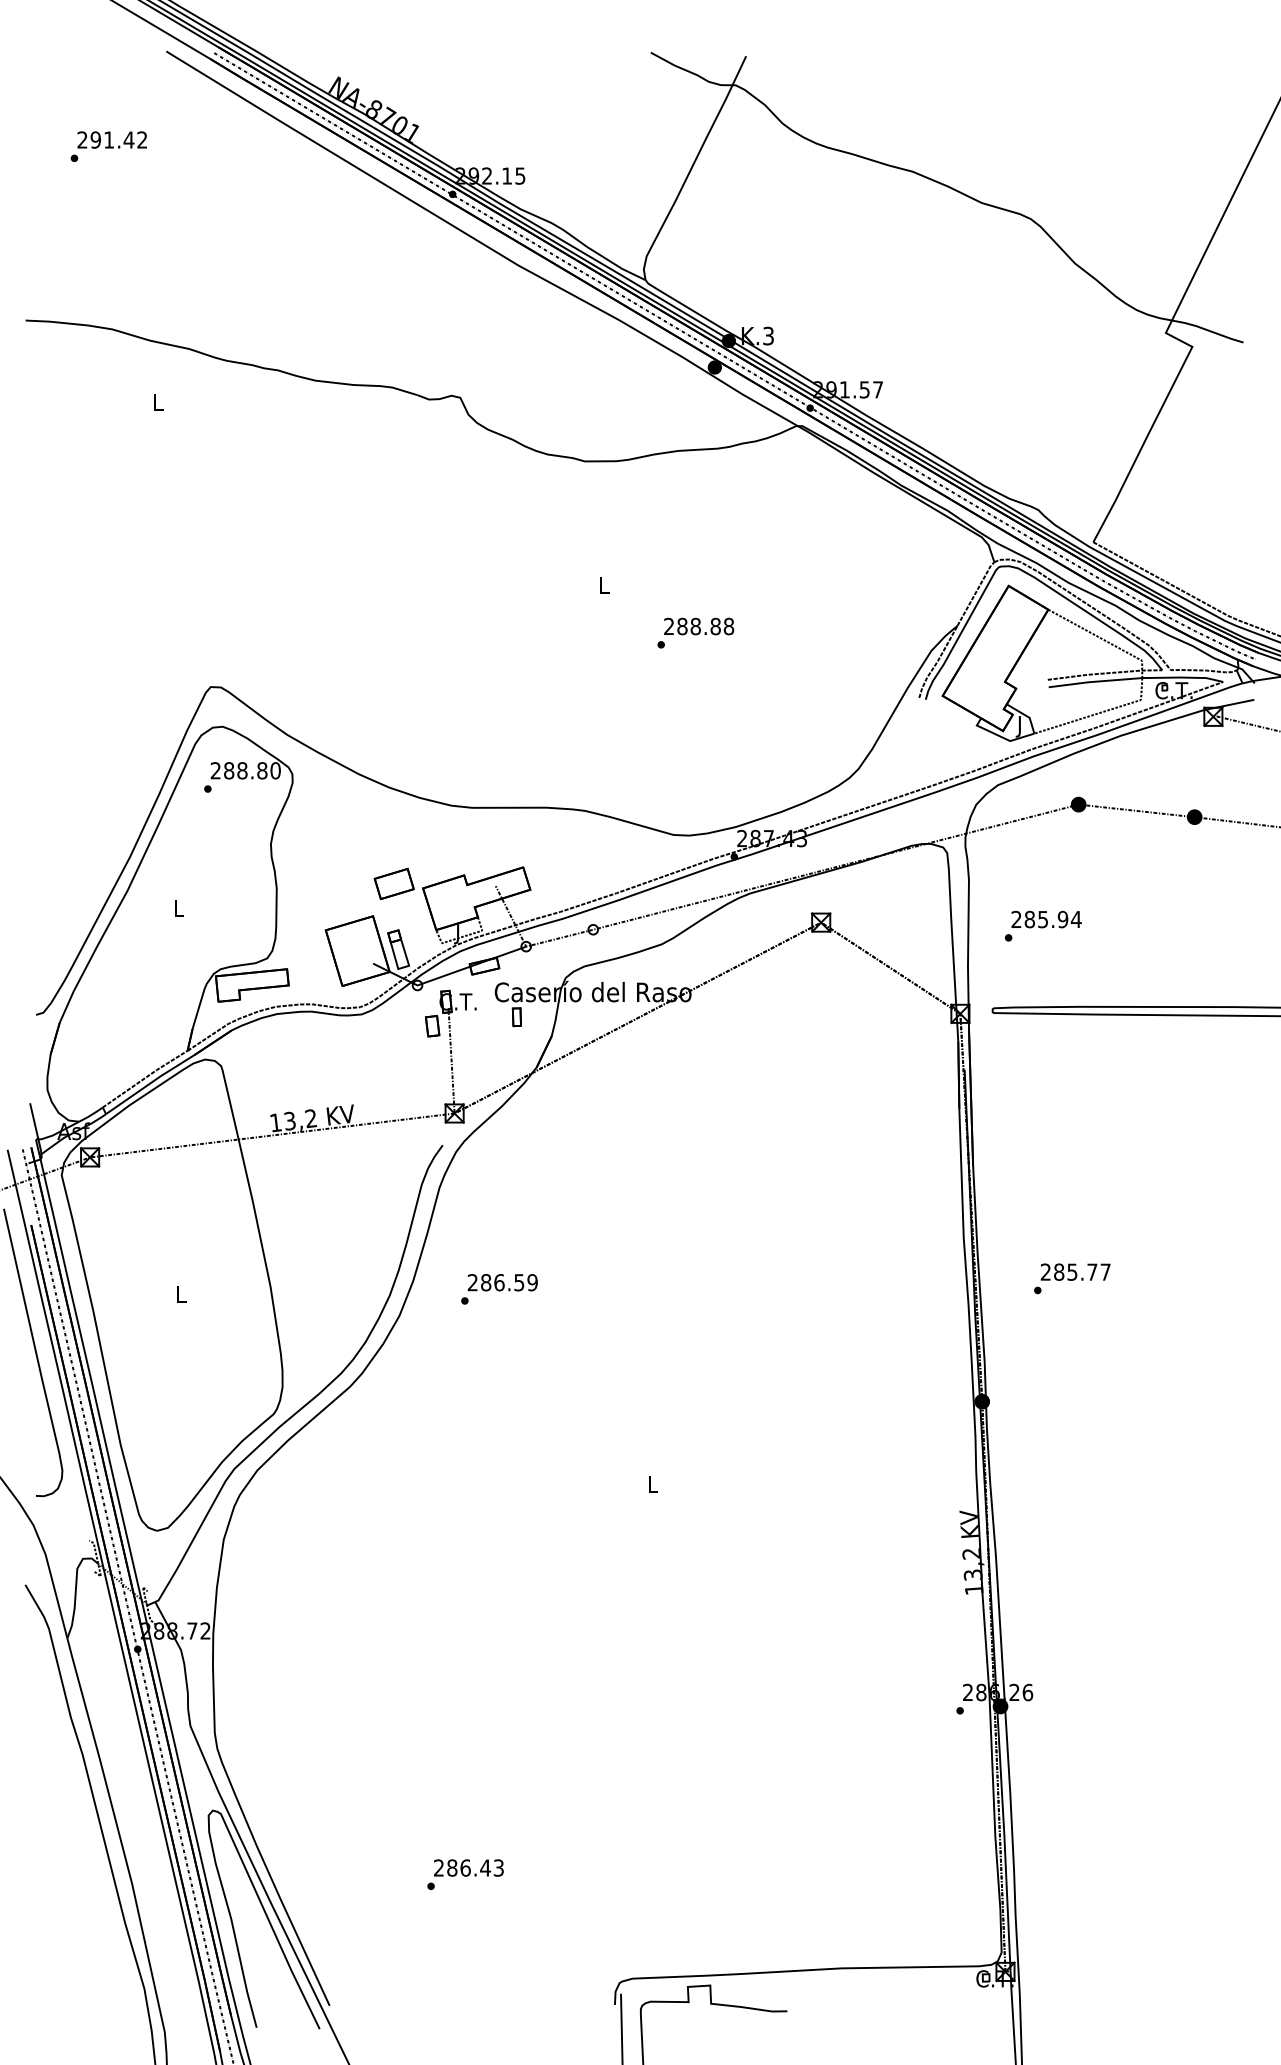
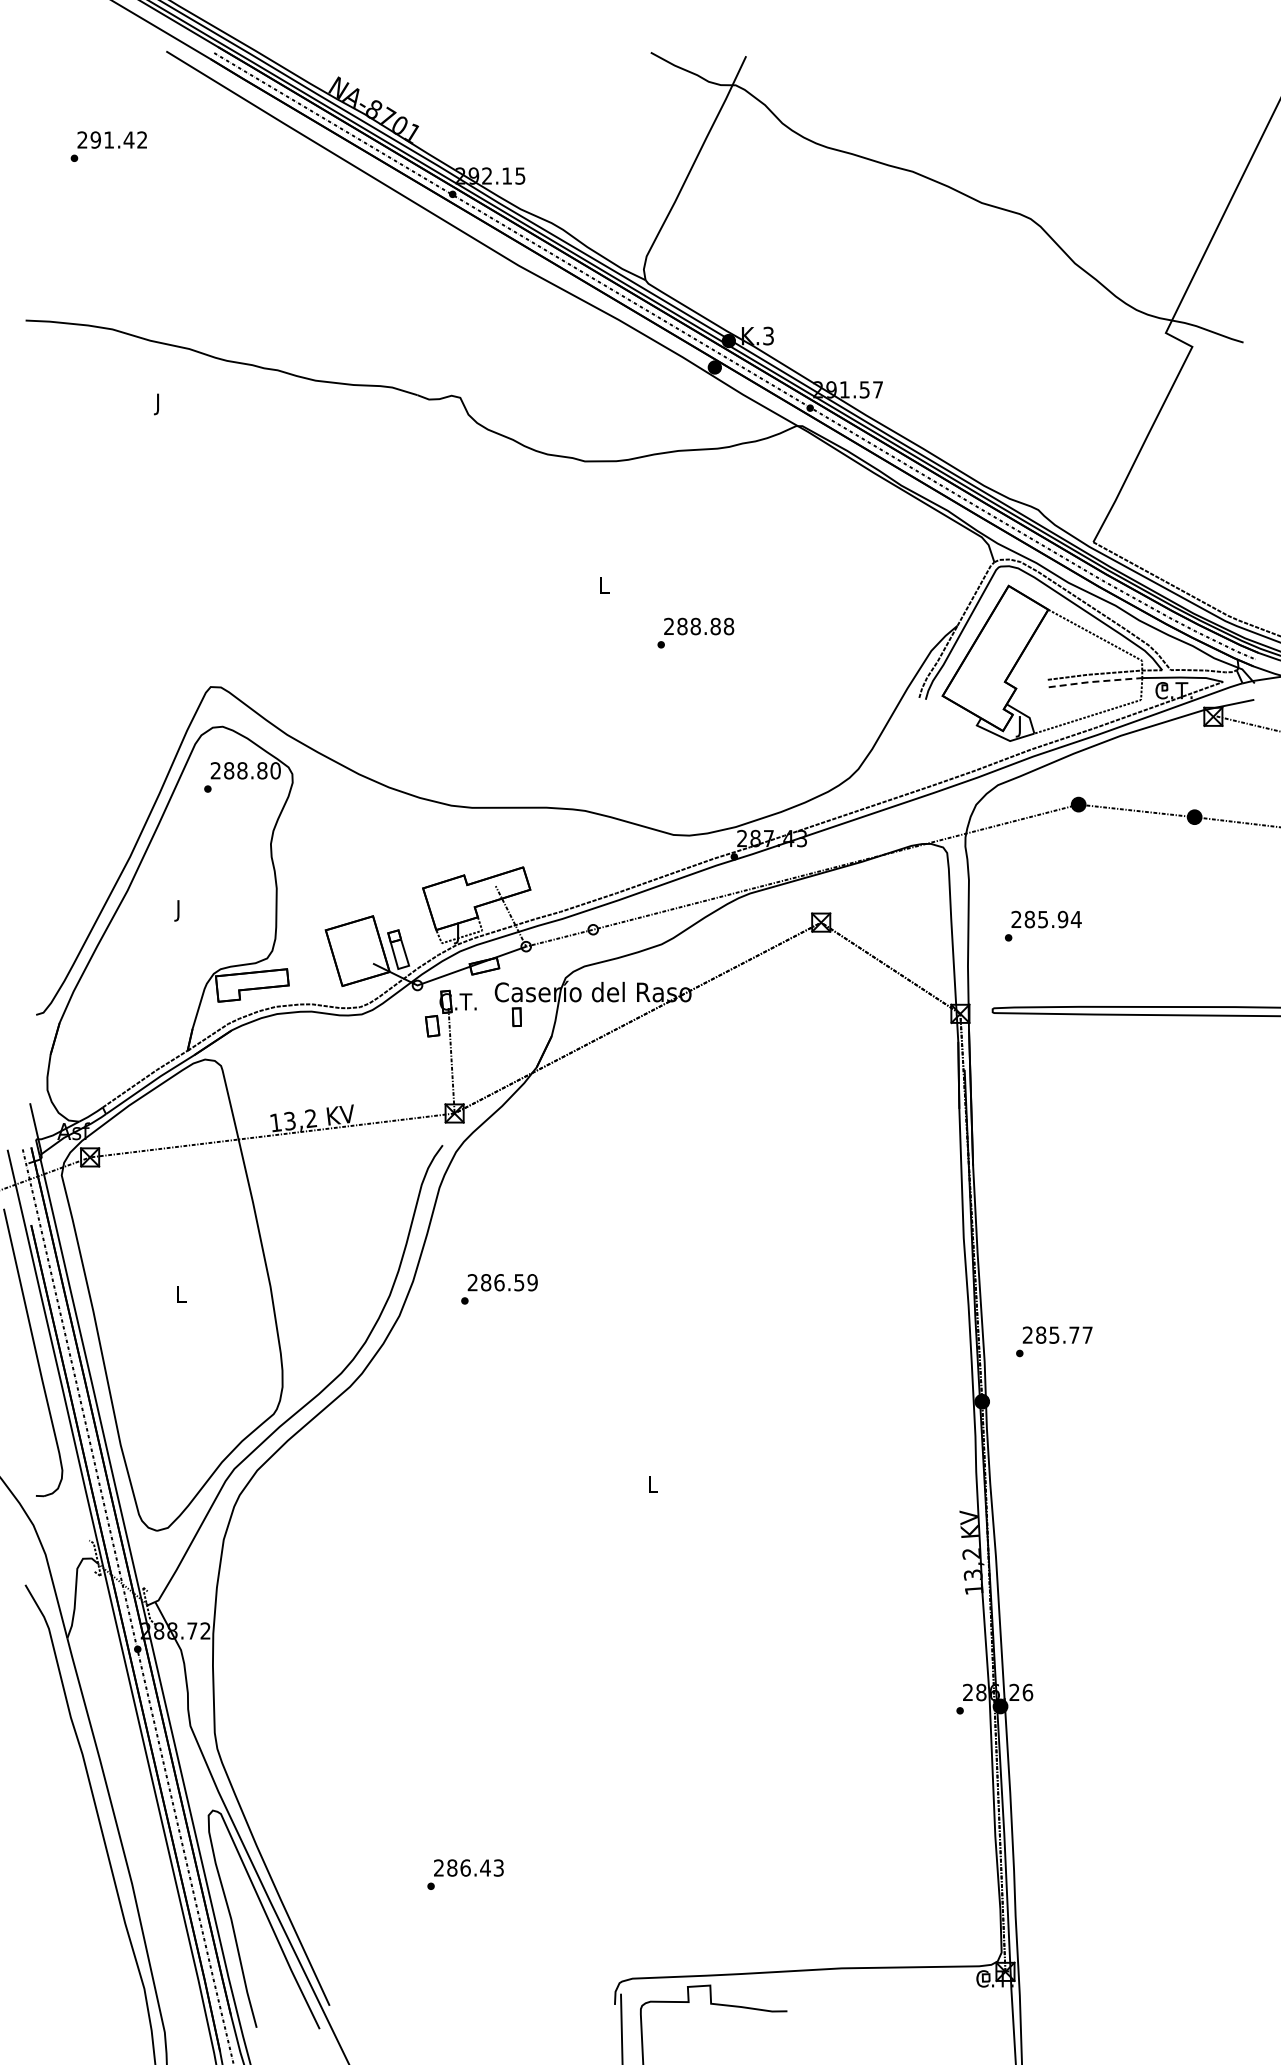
text at (158, 404): L -> J
line at (1095, 681): solid -> dashed
part at (393, 883): present -> none
text at (178, 910): L -> J
text at (1072, 1278) position: (1072, 1278) -> (1054, 1341)
